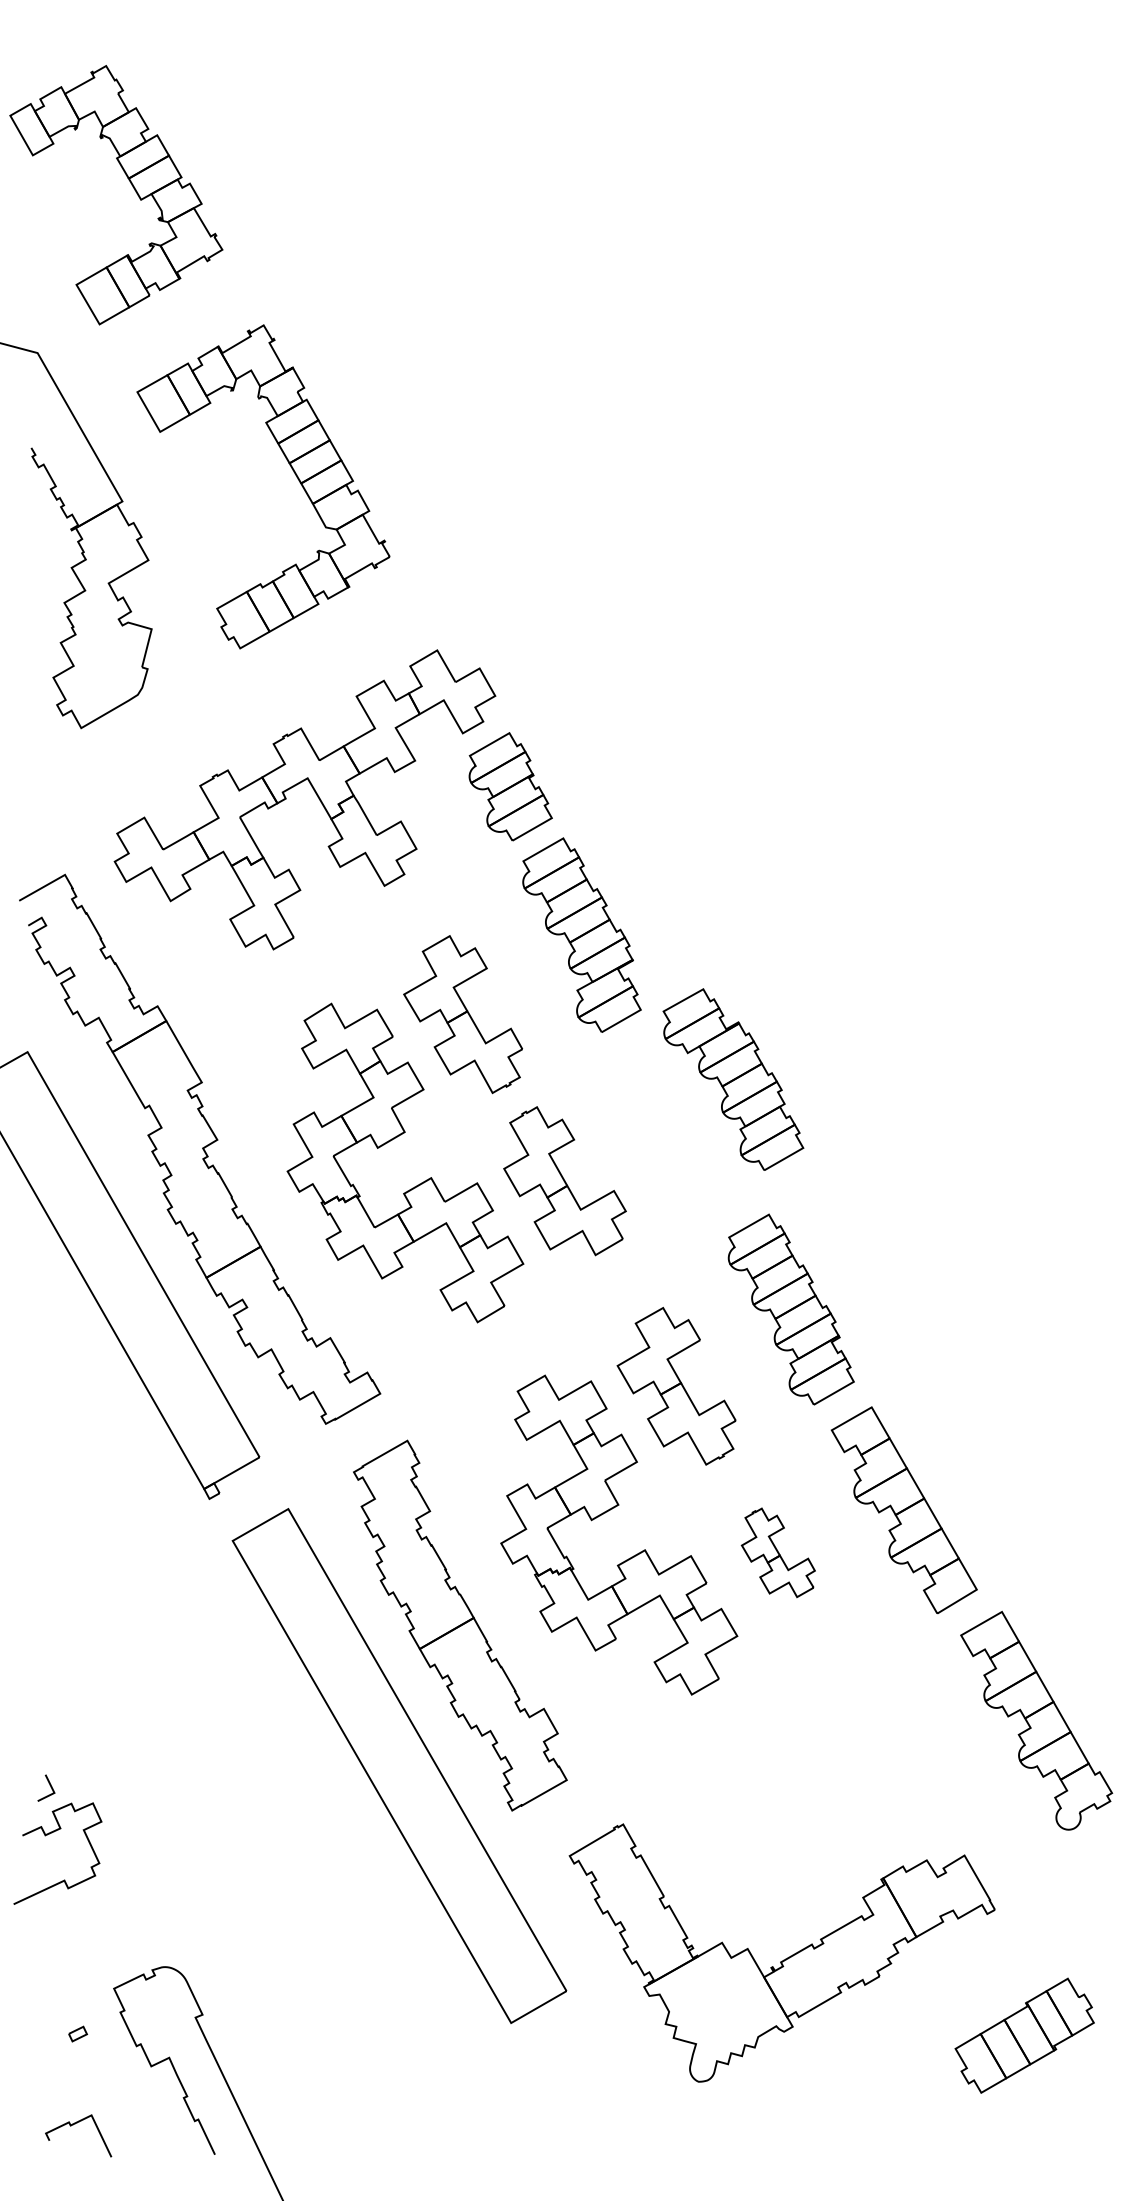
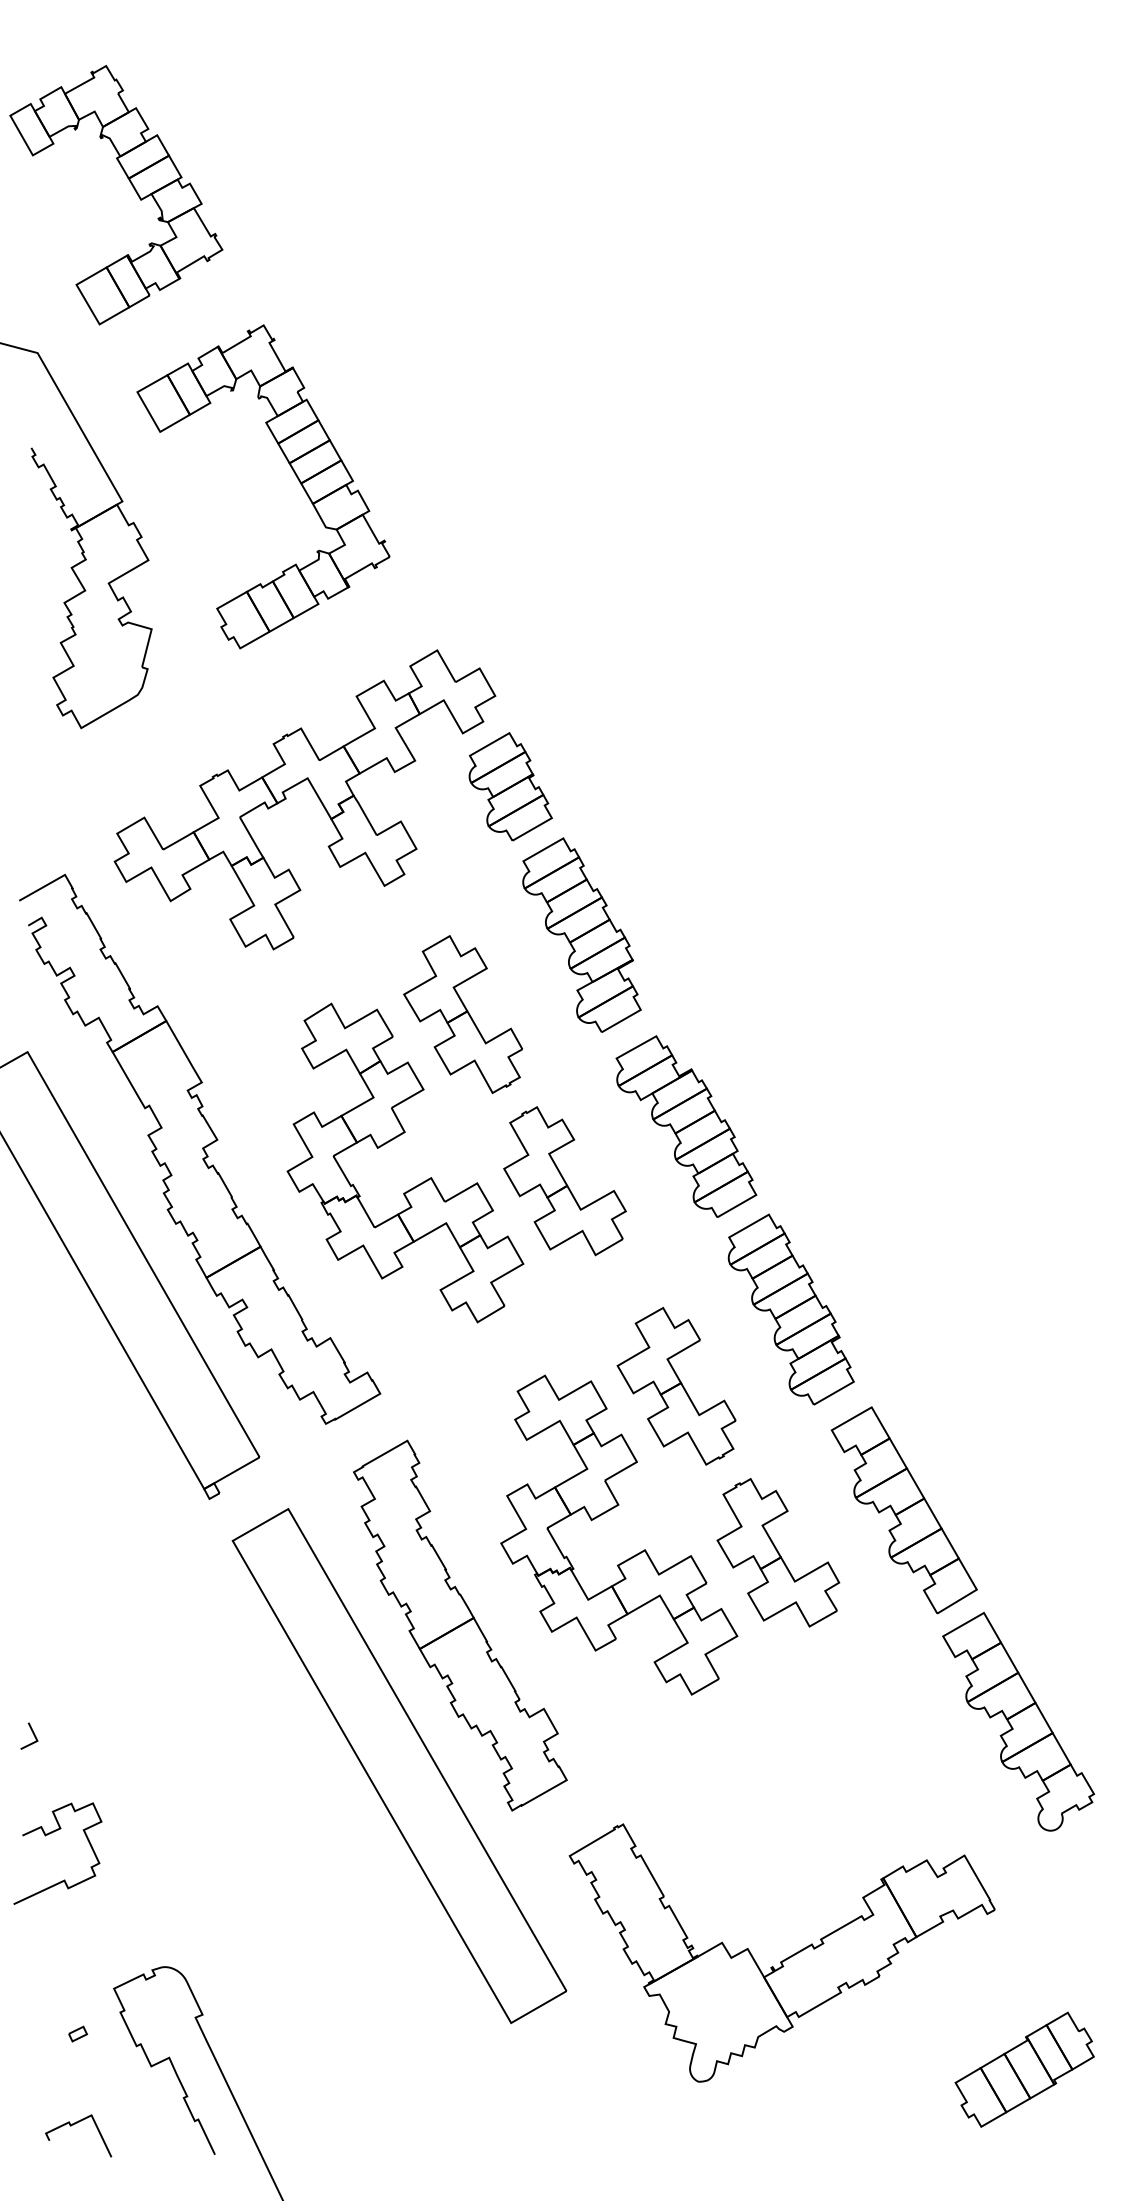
part at (733, 1079) position: (733, 1079) -> (686, 1126)
part at (777, 1552) size: 76x92 px -> 125x150 px
part at (1036, 1720) position: (1036, 1720) -> (1018, 1721)
line at (49, 1785) position: (49, 1785) -> (32, 1733)
part at (1024, 2035) position: (1024, 2035) -> (1024, 2069)
